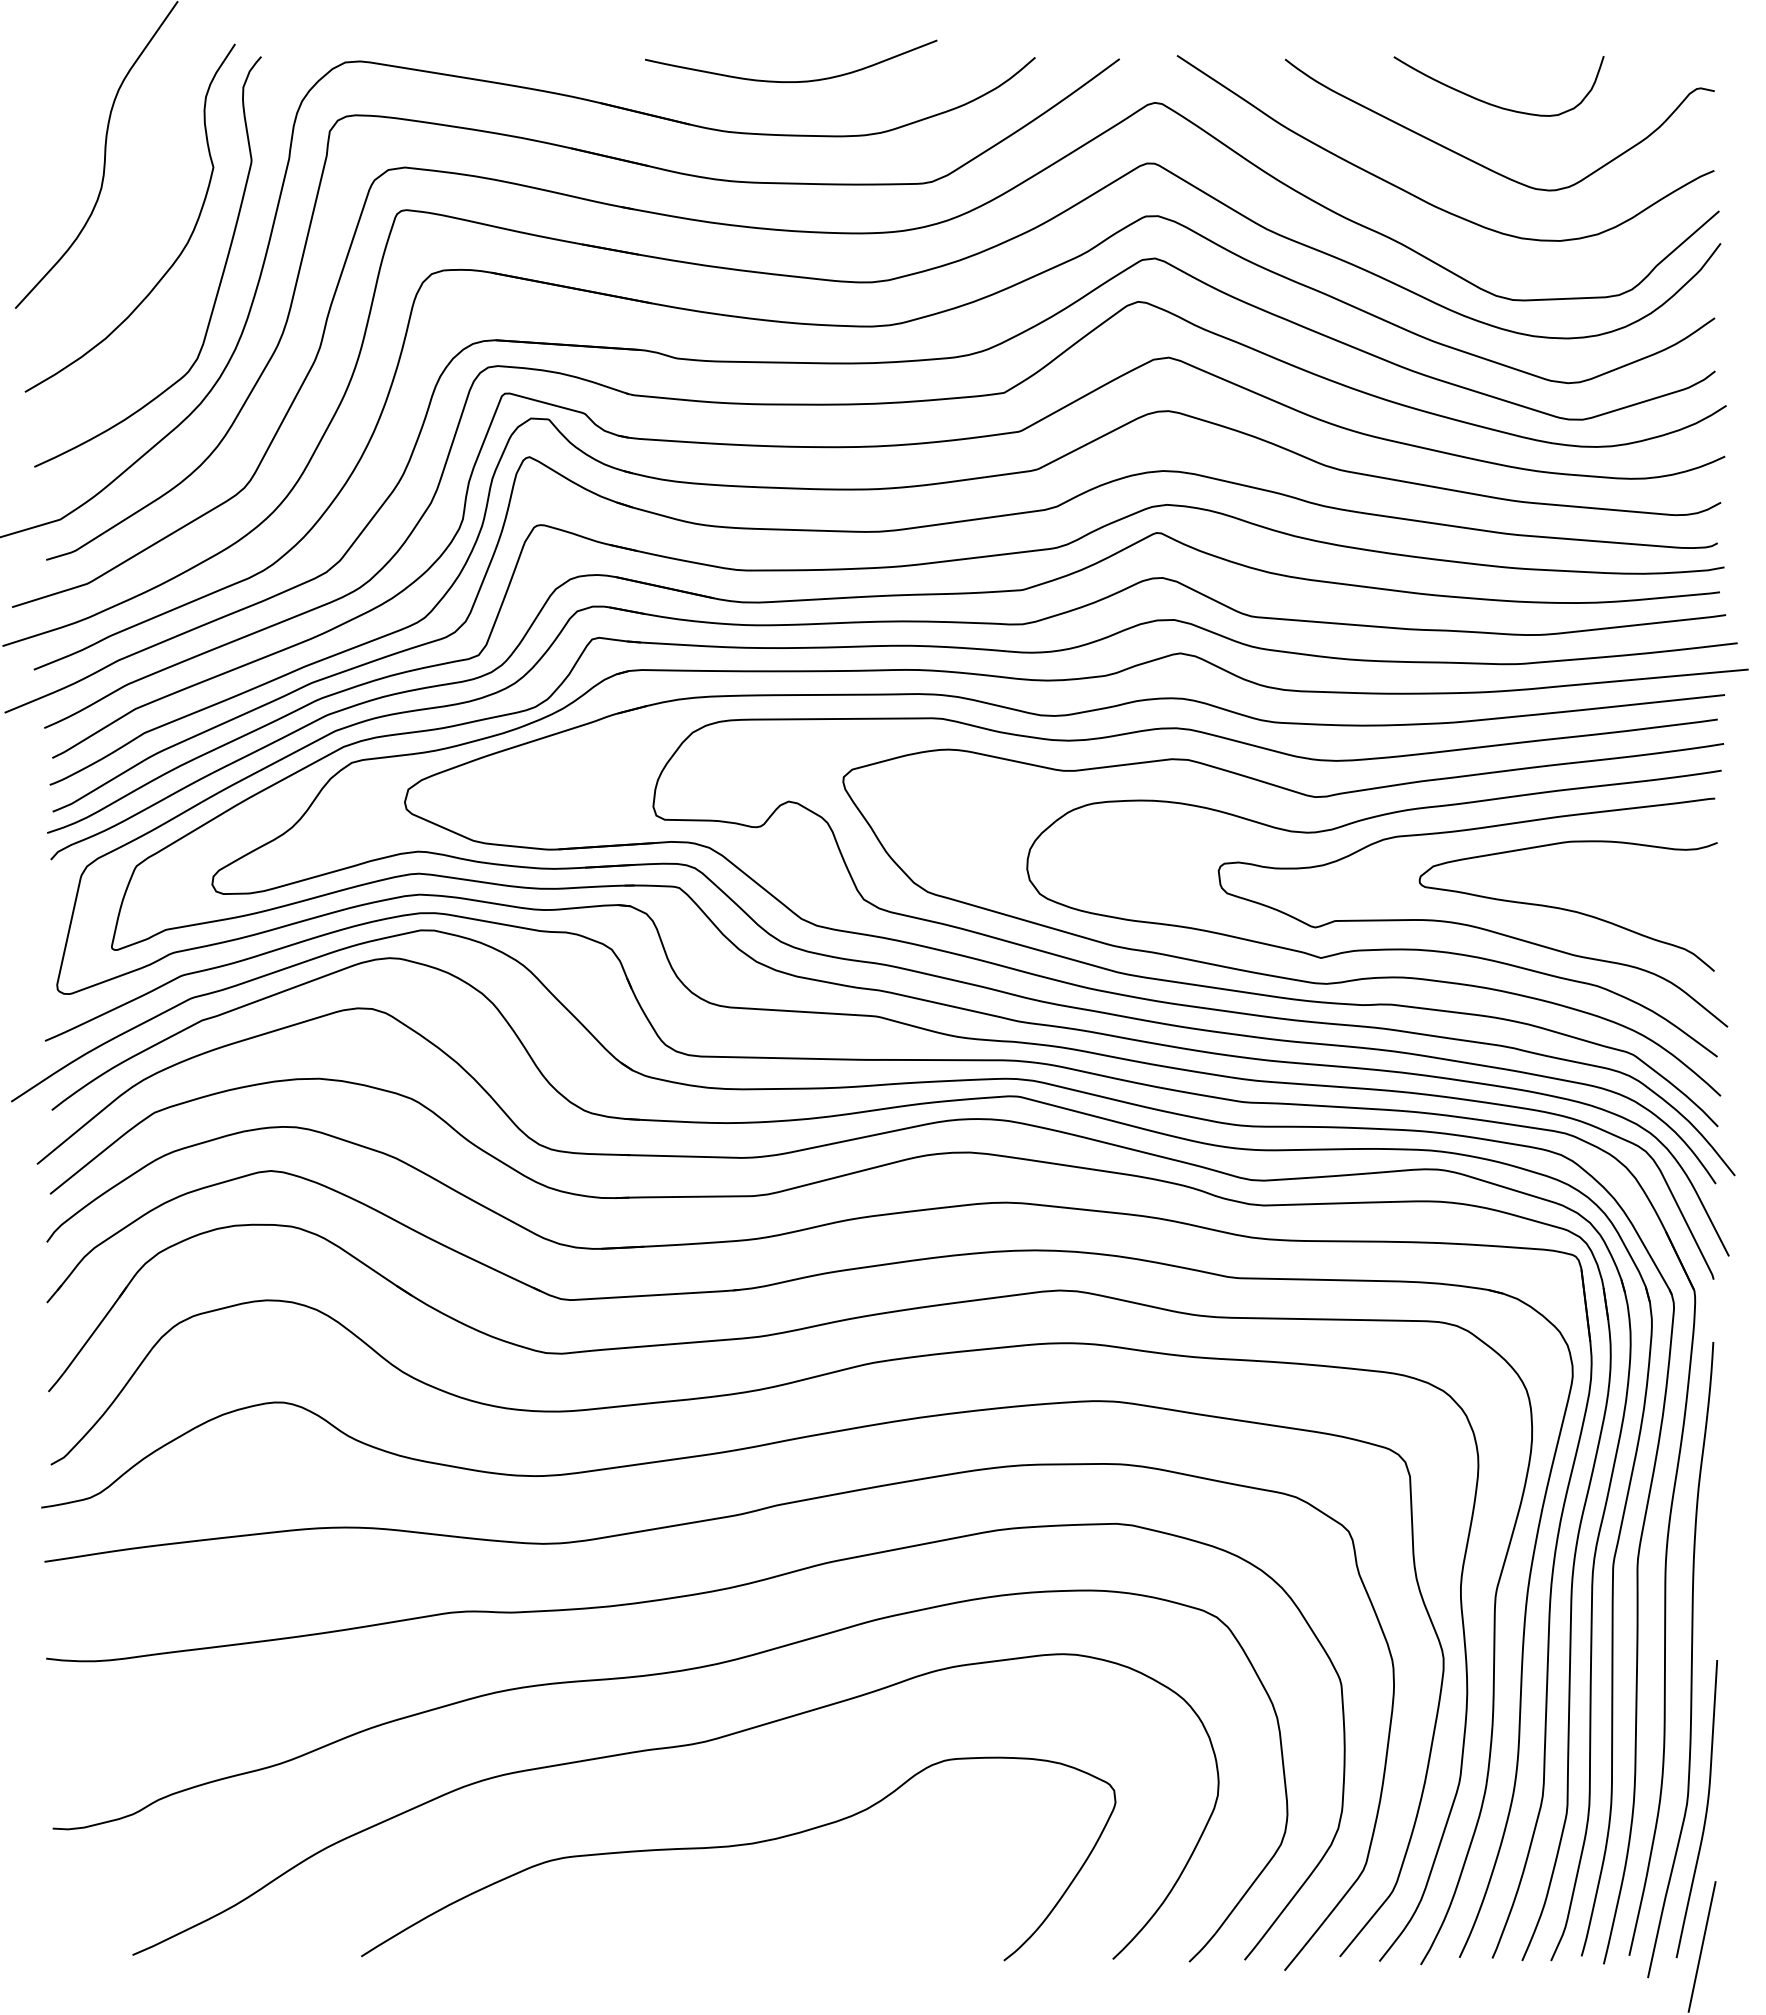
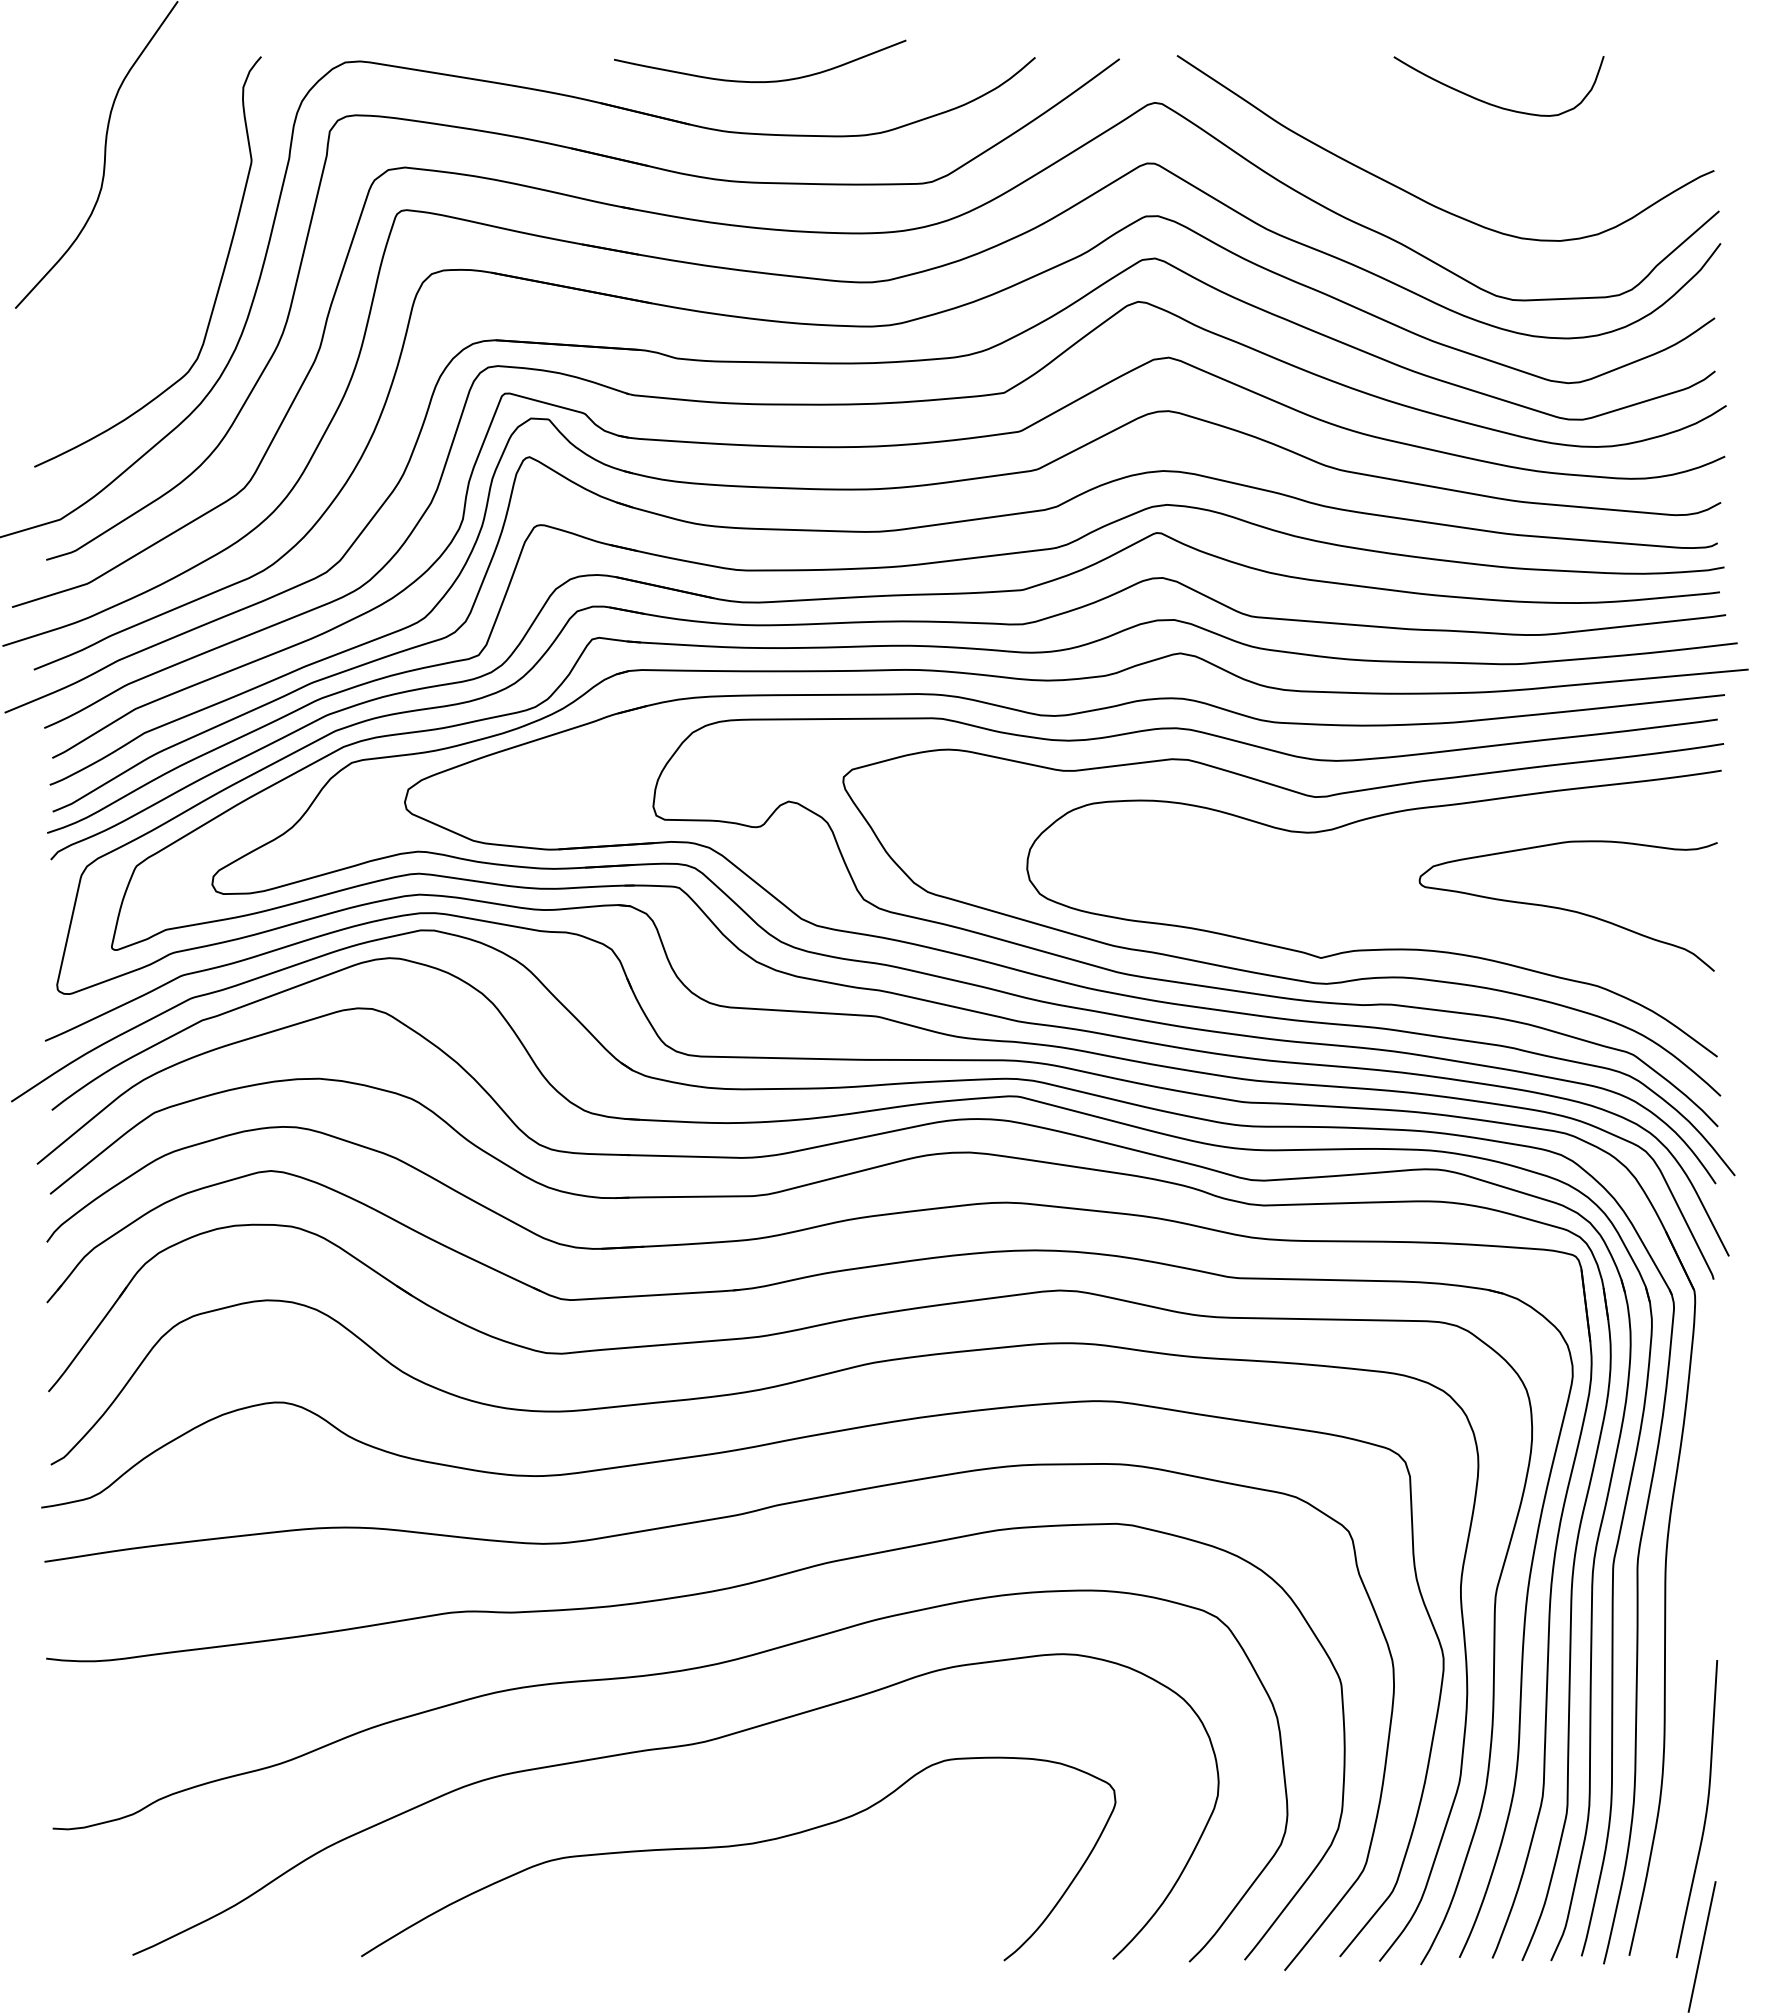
curve at (791, 81) position: (791, 81) -> (760, 81)
curve at (1479, 163): present -> none
curve at (181, 250): present -> none
curve at (1469, 924): present -> none
curve at (1691, 1660): present -> none
